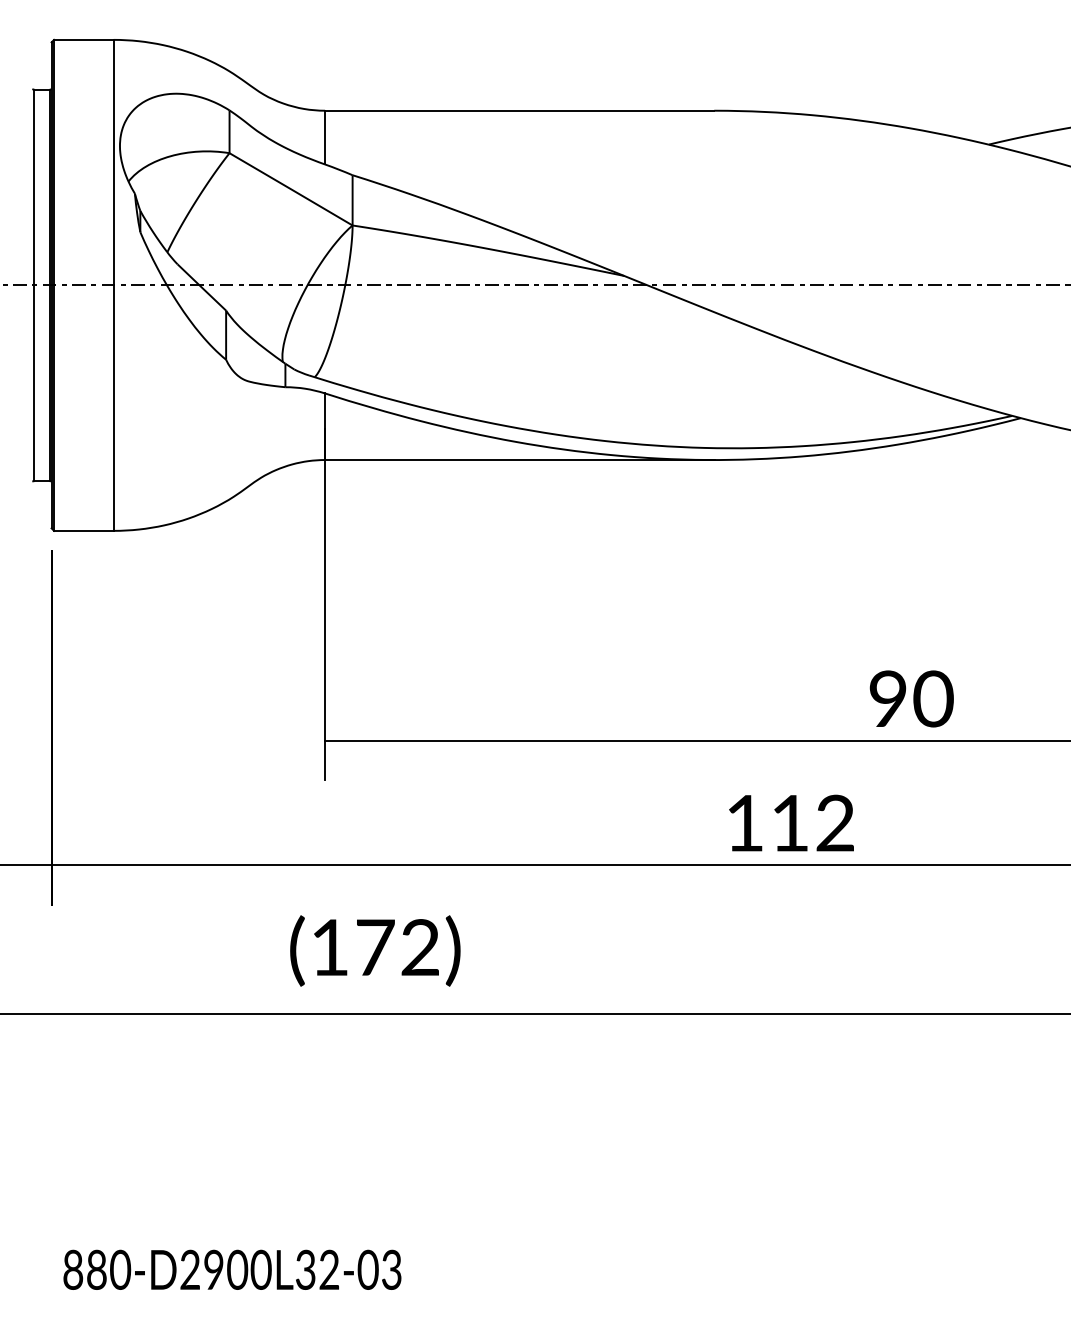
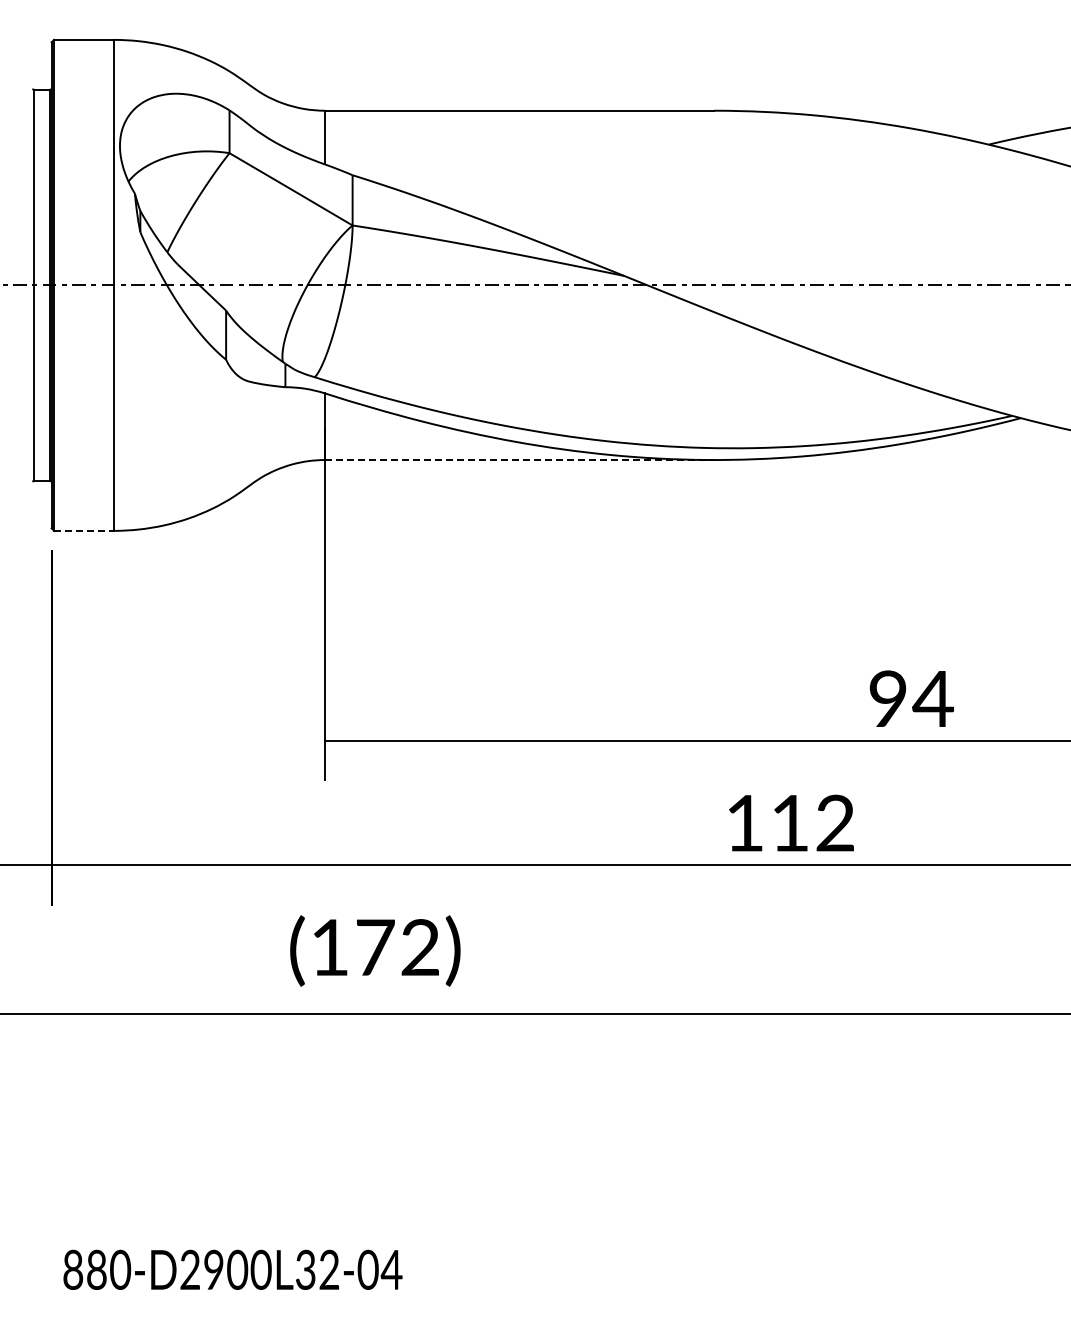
line at (519, 460): solid -> dashed
line at (83, 530): solid -> dashed
text at (932, 698): 90 -> 94
text at (391, 1269): 880-D2900L32-03 -> 880-D2900L32-04
